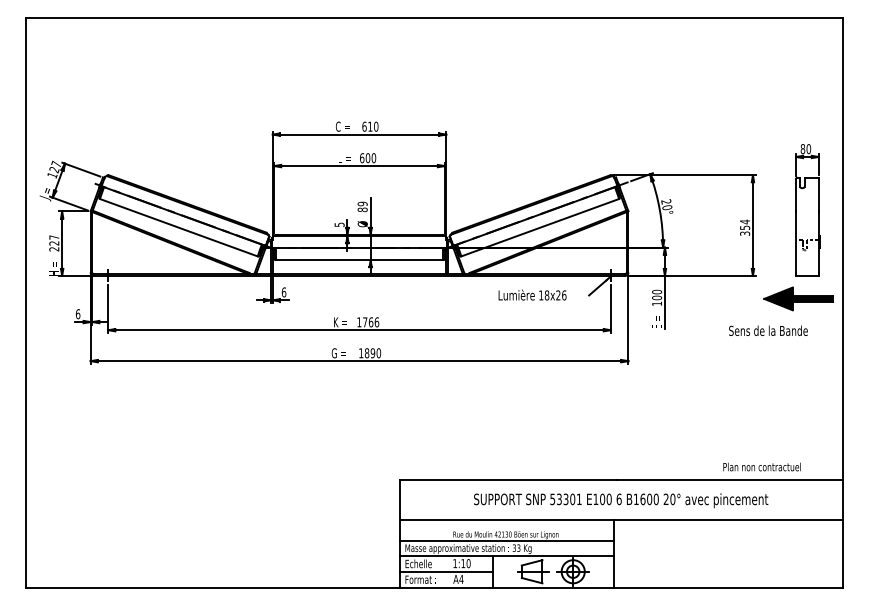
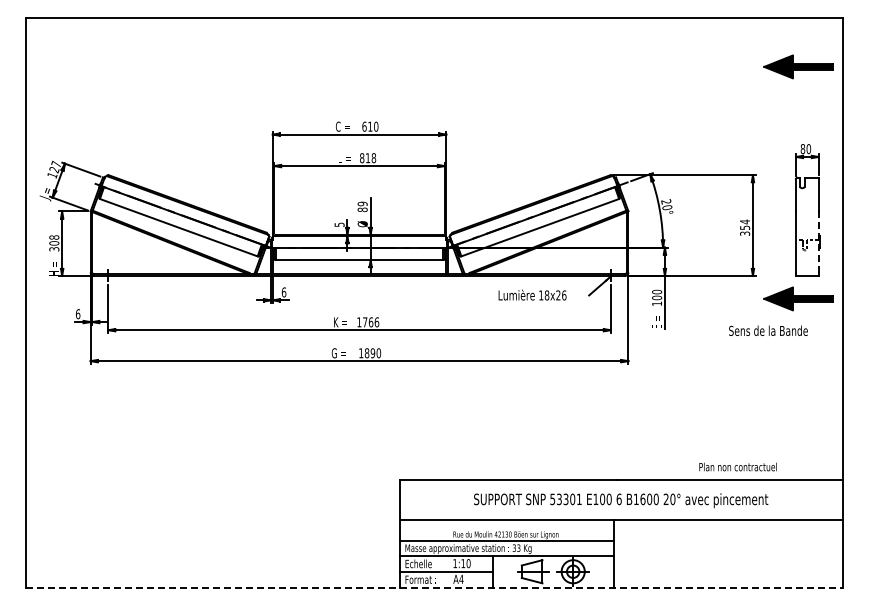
part at (798, 66): none -> present
text at (368, 158): 600 -> 818
line at (818, 241): solid -> dashed
text at (54, 243): 227 -> 308
text at (761, 466) position: (761, 466) -> (737, 466)
line at (435, 587): solid -> dashed
